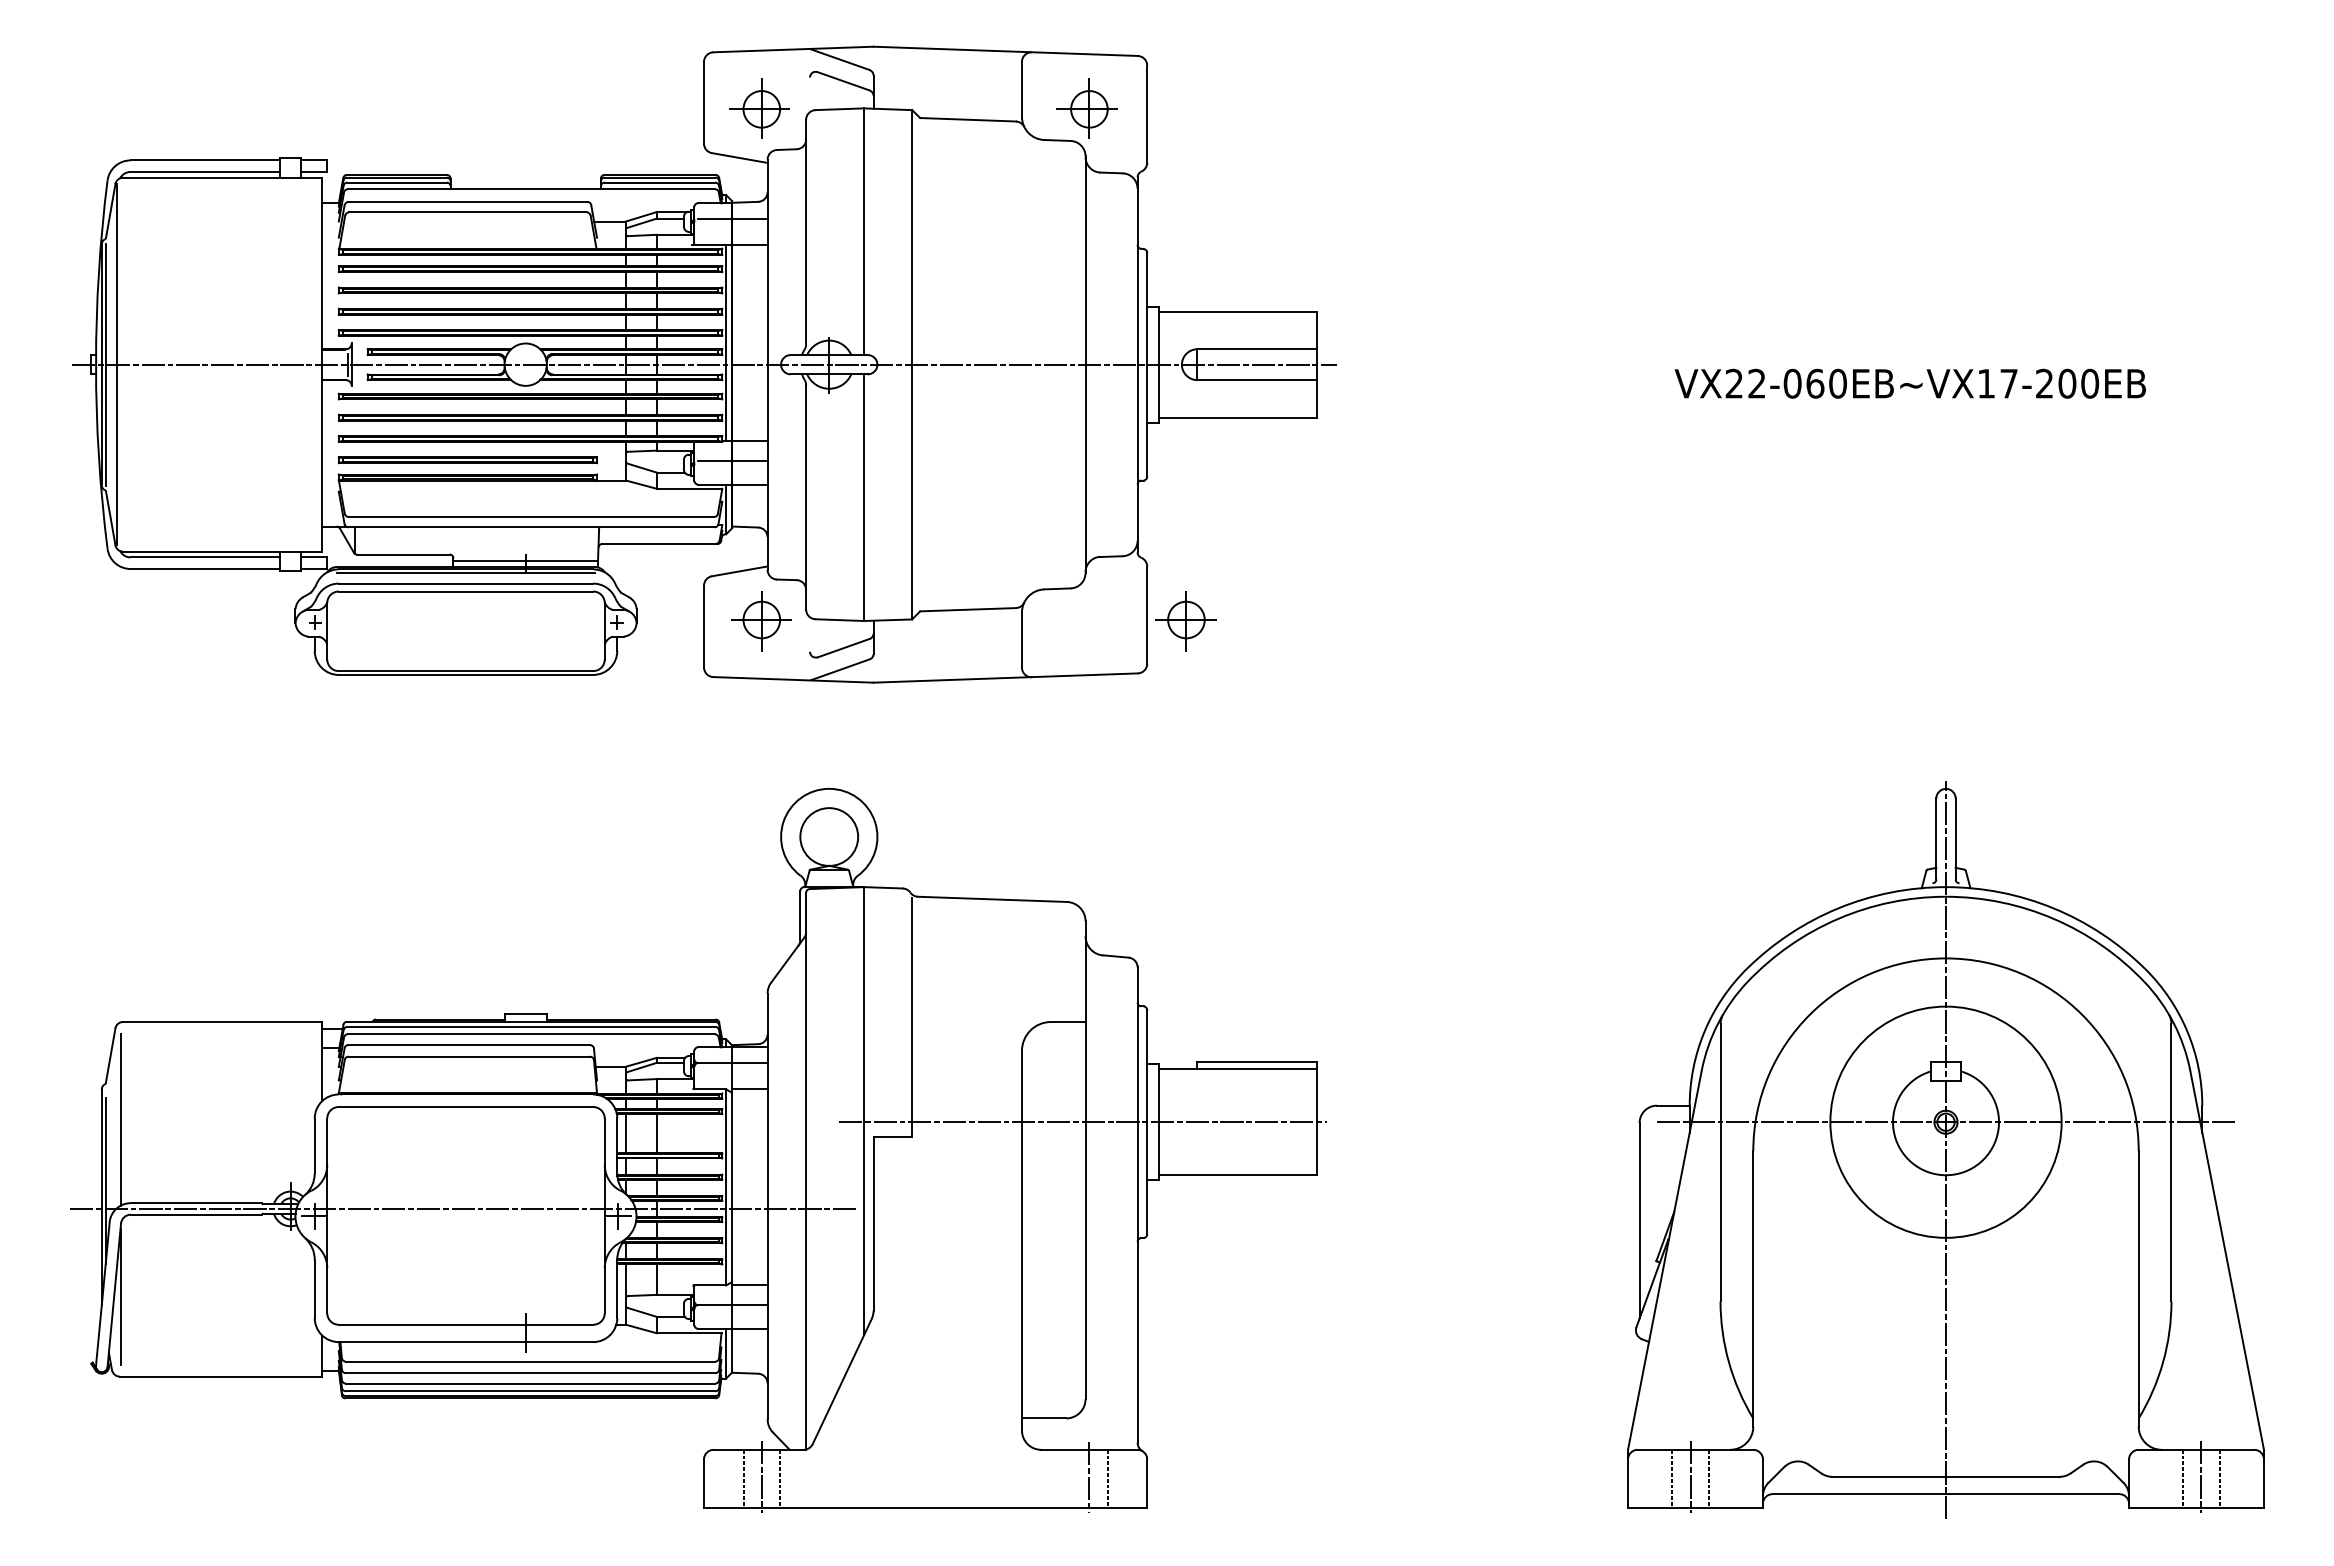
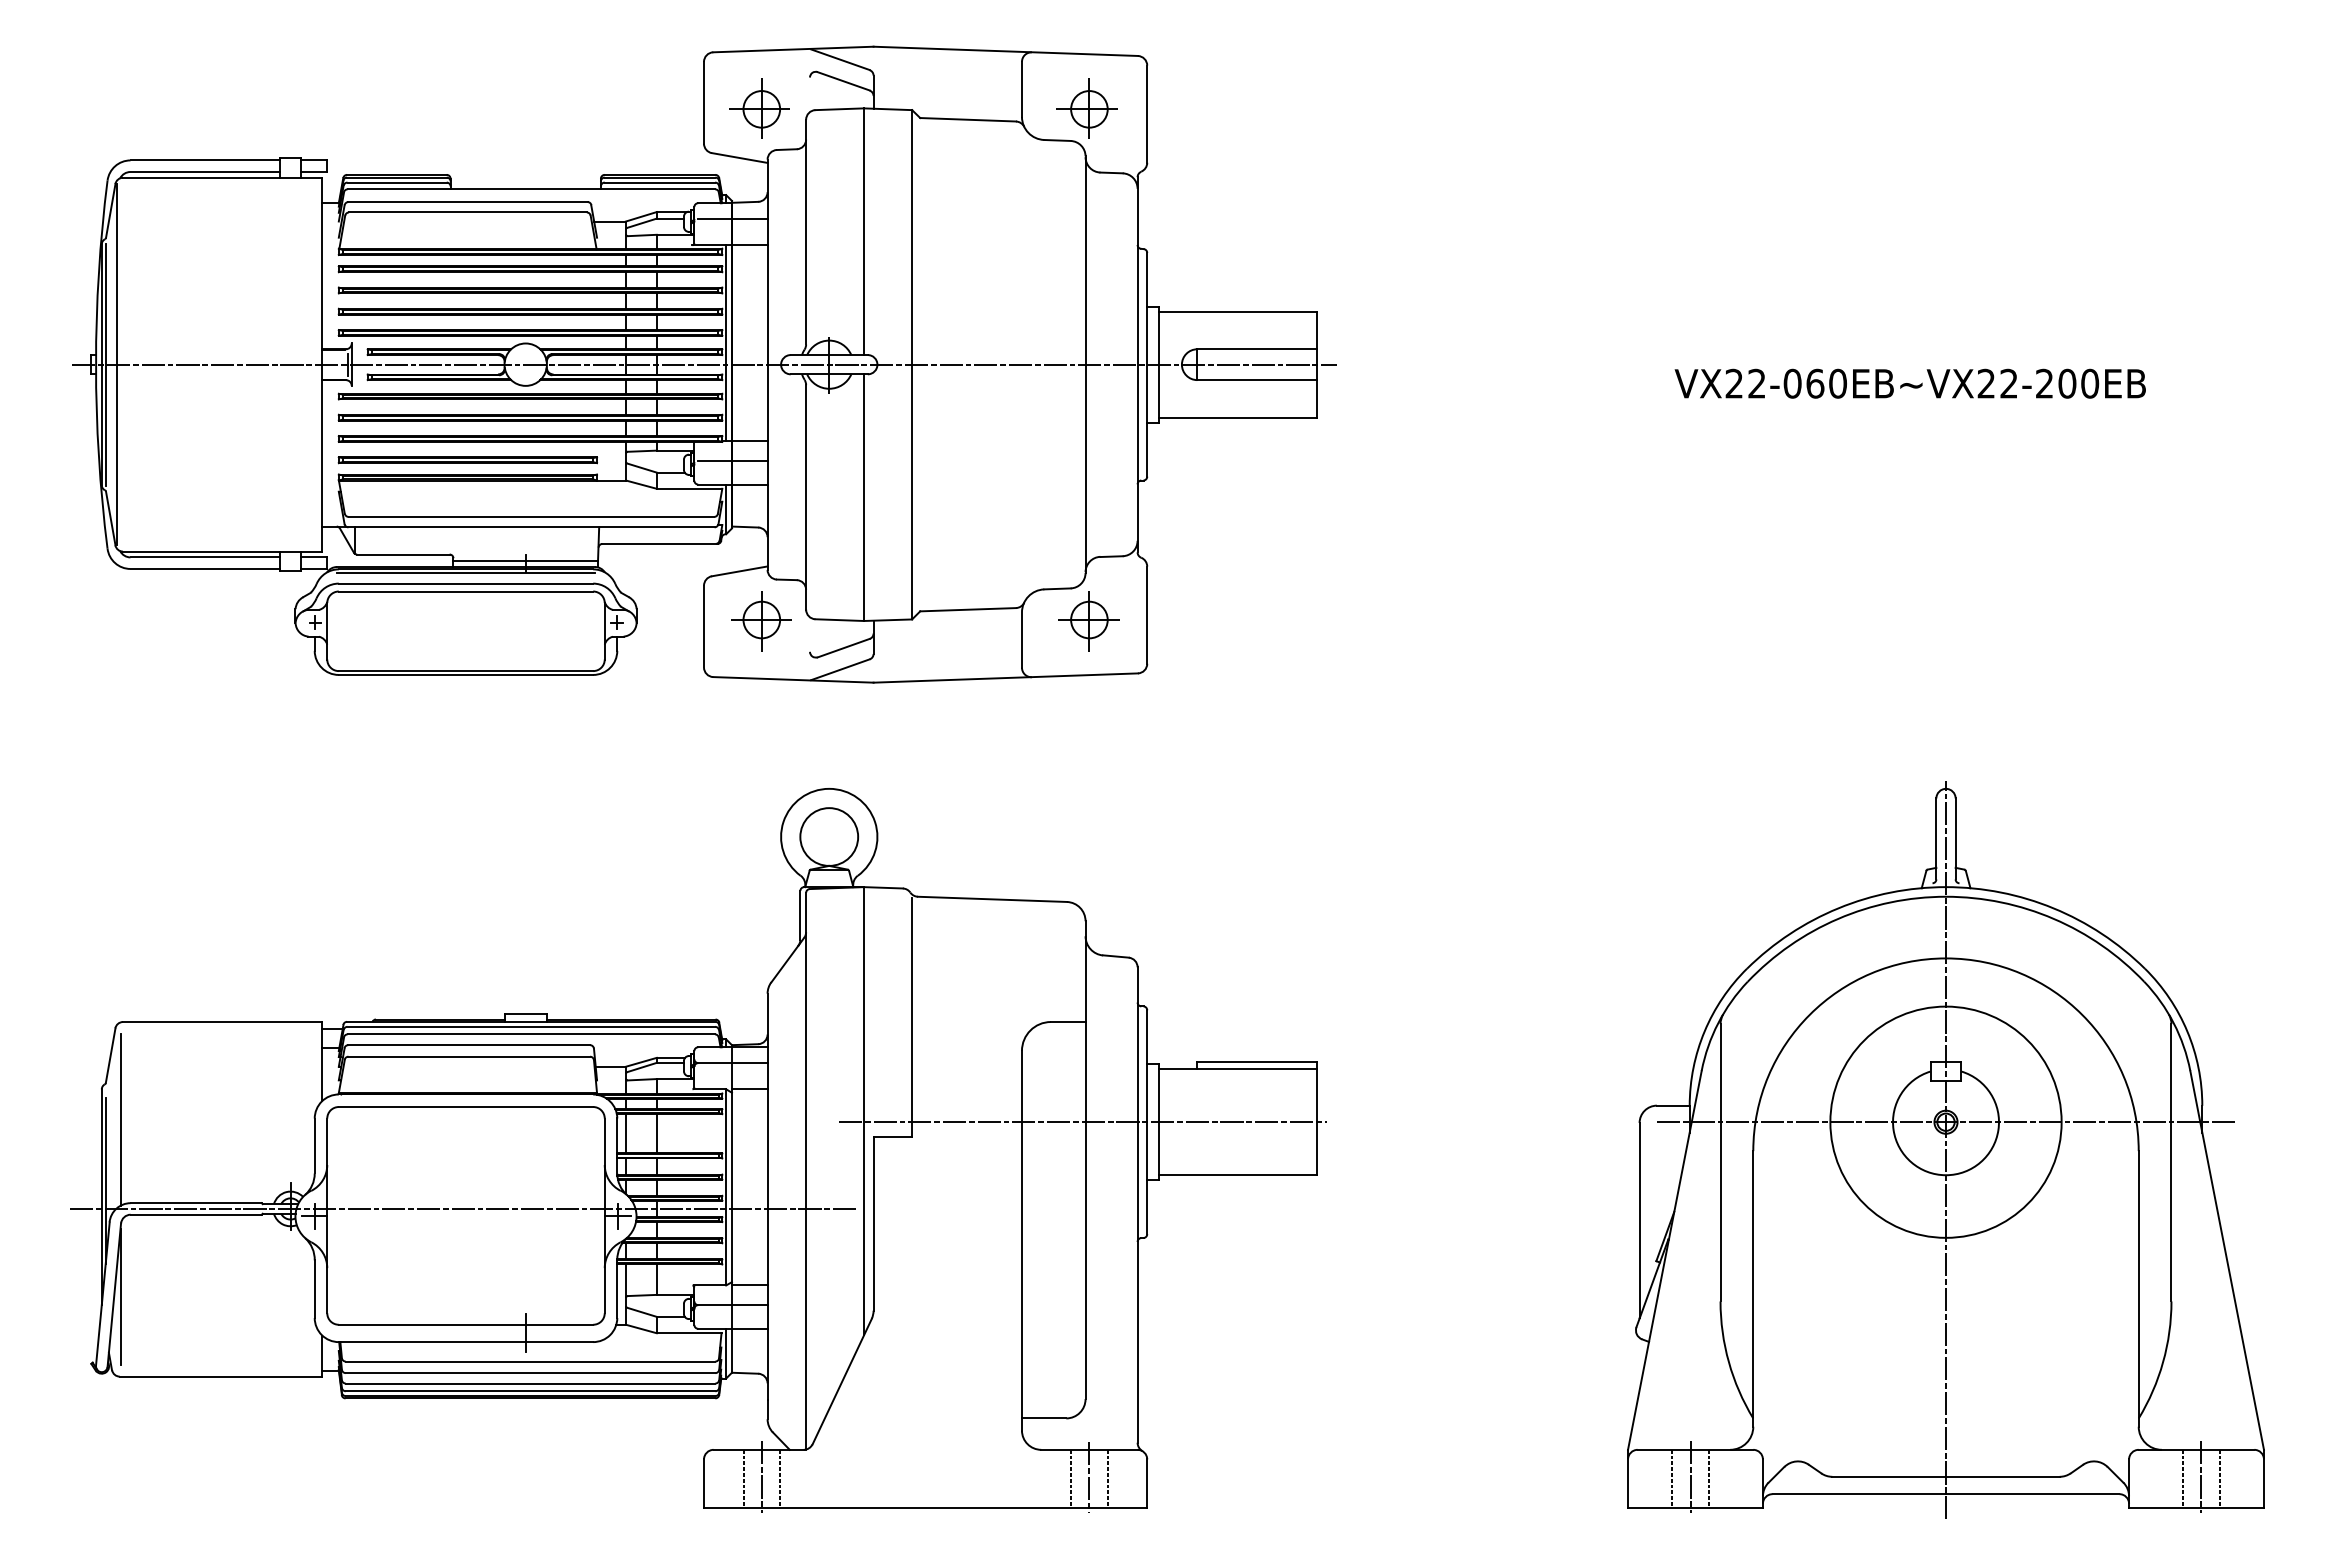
text at (1997, 383): VX22-060EB~VX17-200EB -> VX22-060EB~VX22-200EB
part at (1185, 621) position: (1185, 621) -> (1088, 621)
line at (1071, 1478): none -> present
